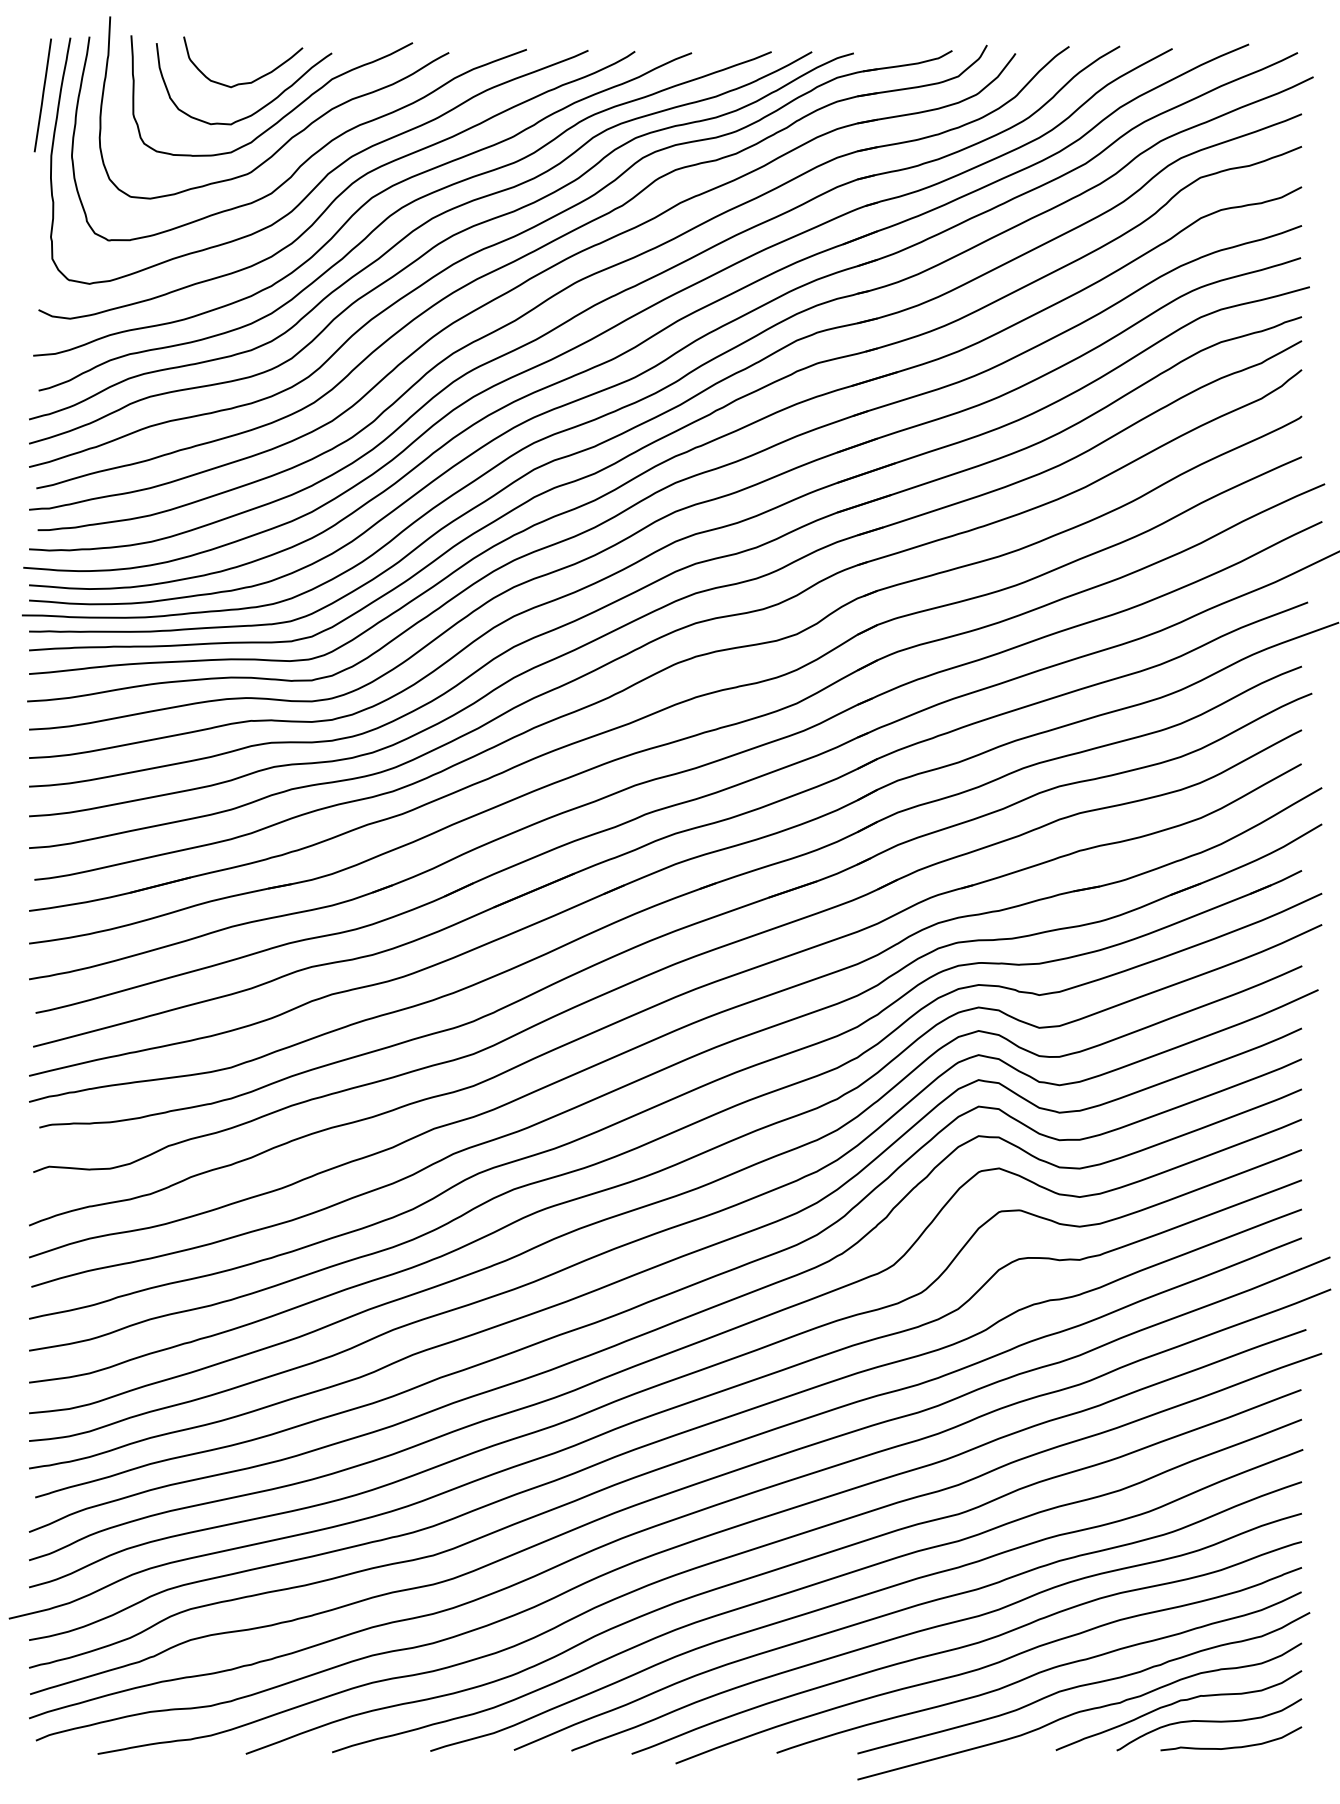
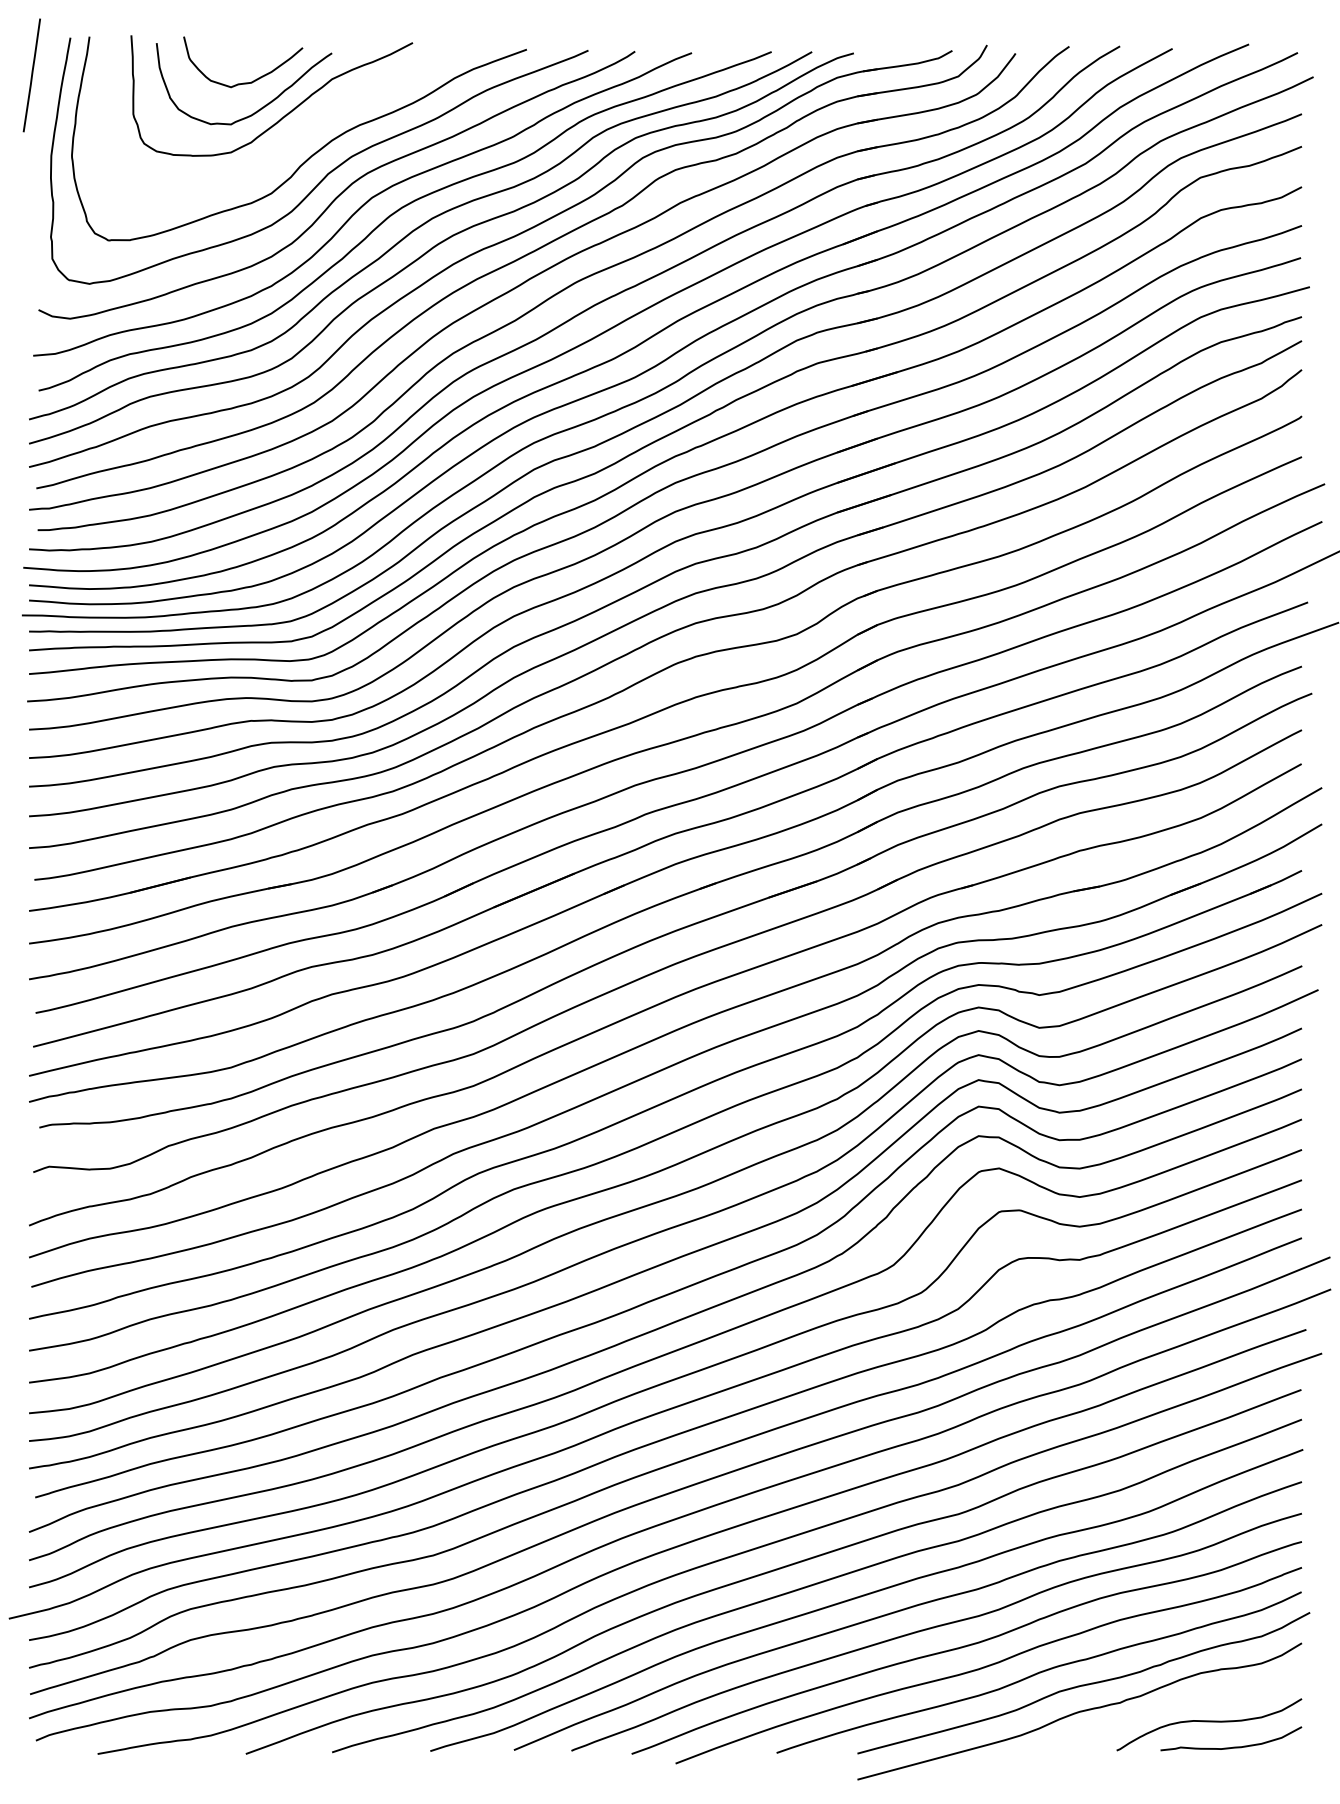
line at (42, 95) position: (42, 95) -> (31, 75)
curve at (293, 135): present -> none
curve at (1176, 1703): present -> none
